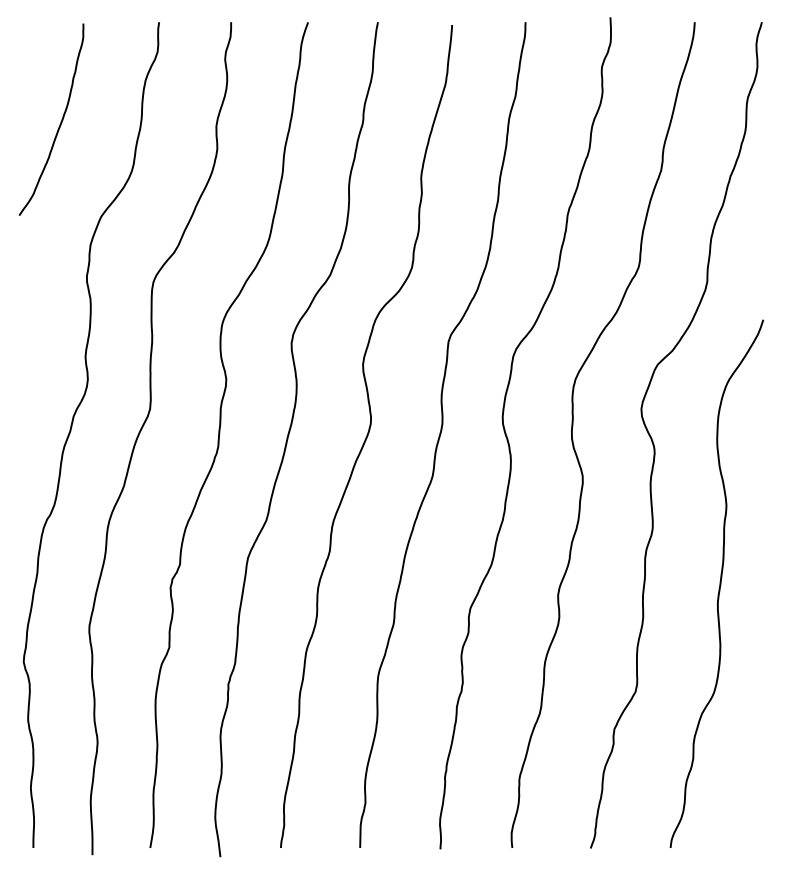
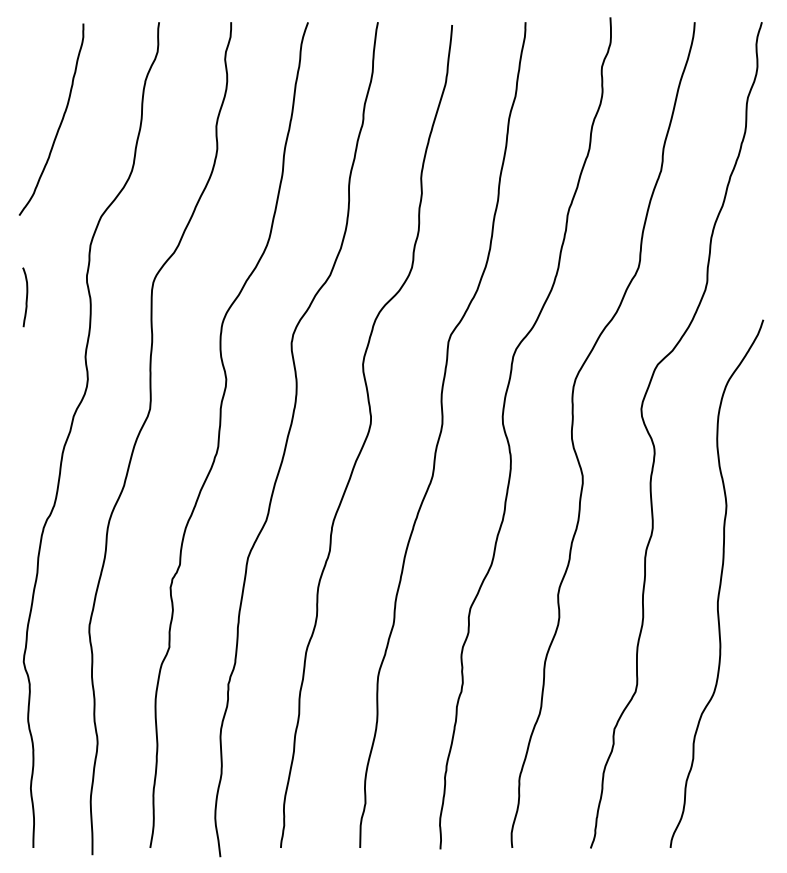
curve at (26, 297): none -> present
